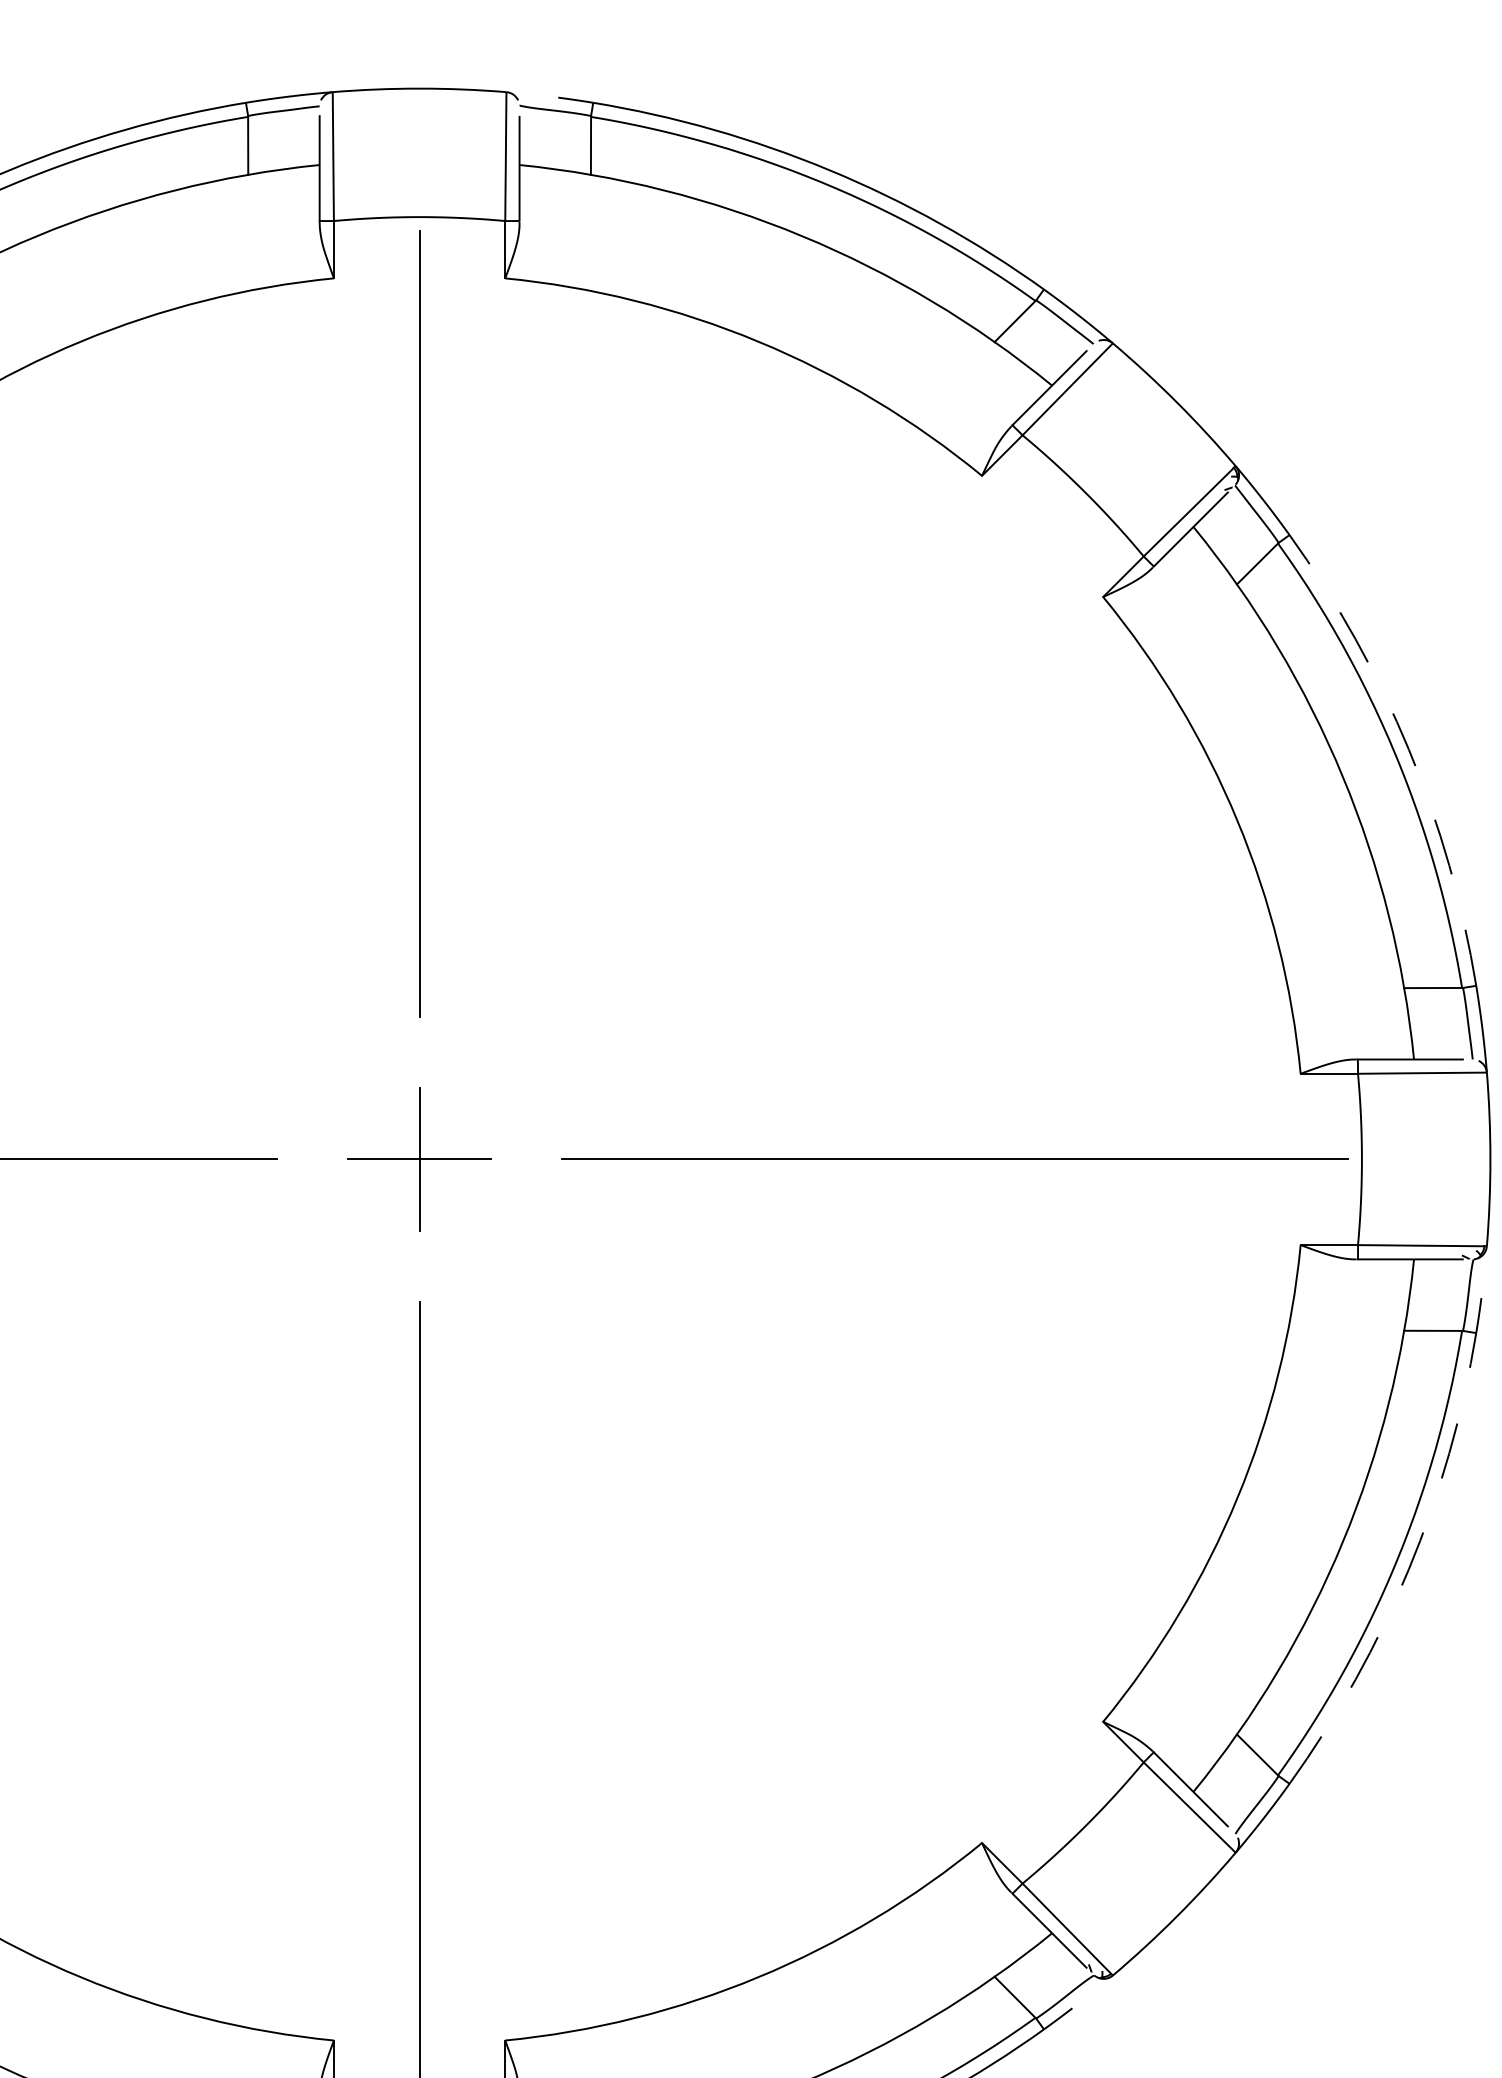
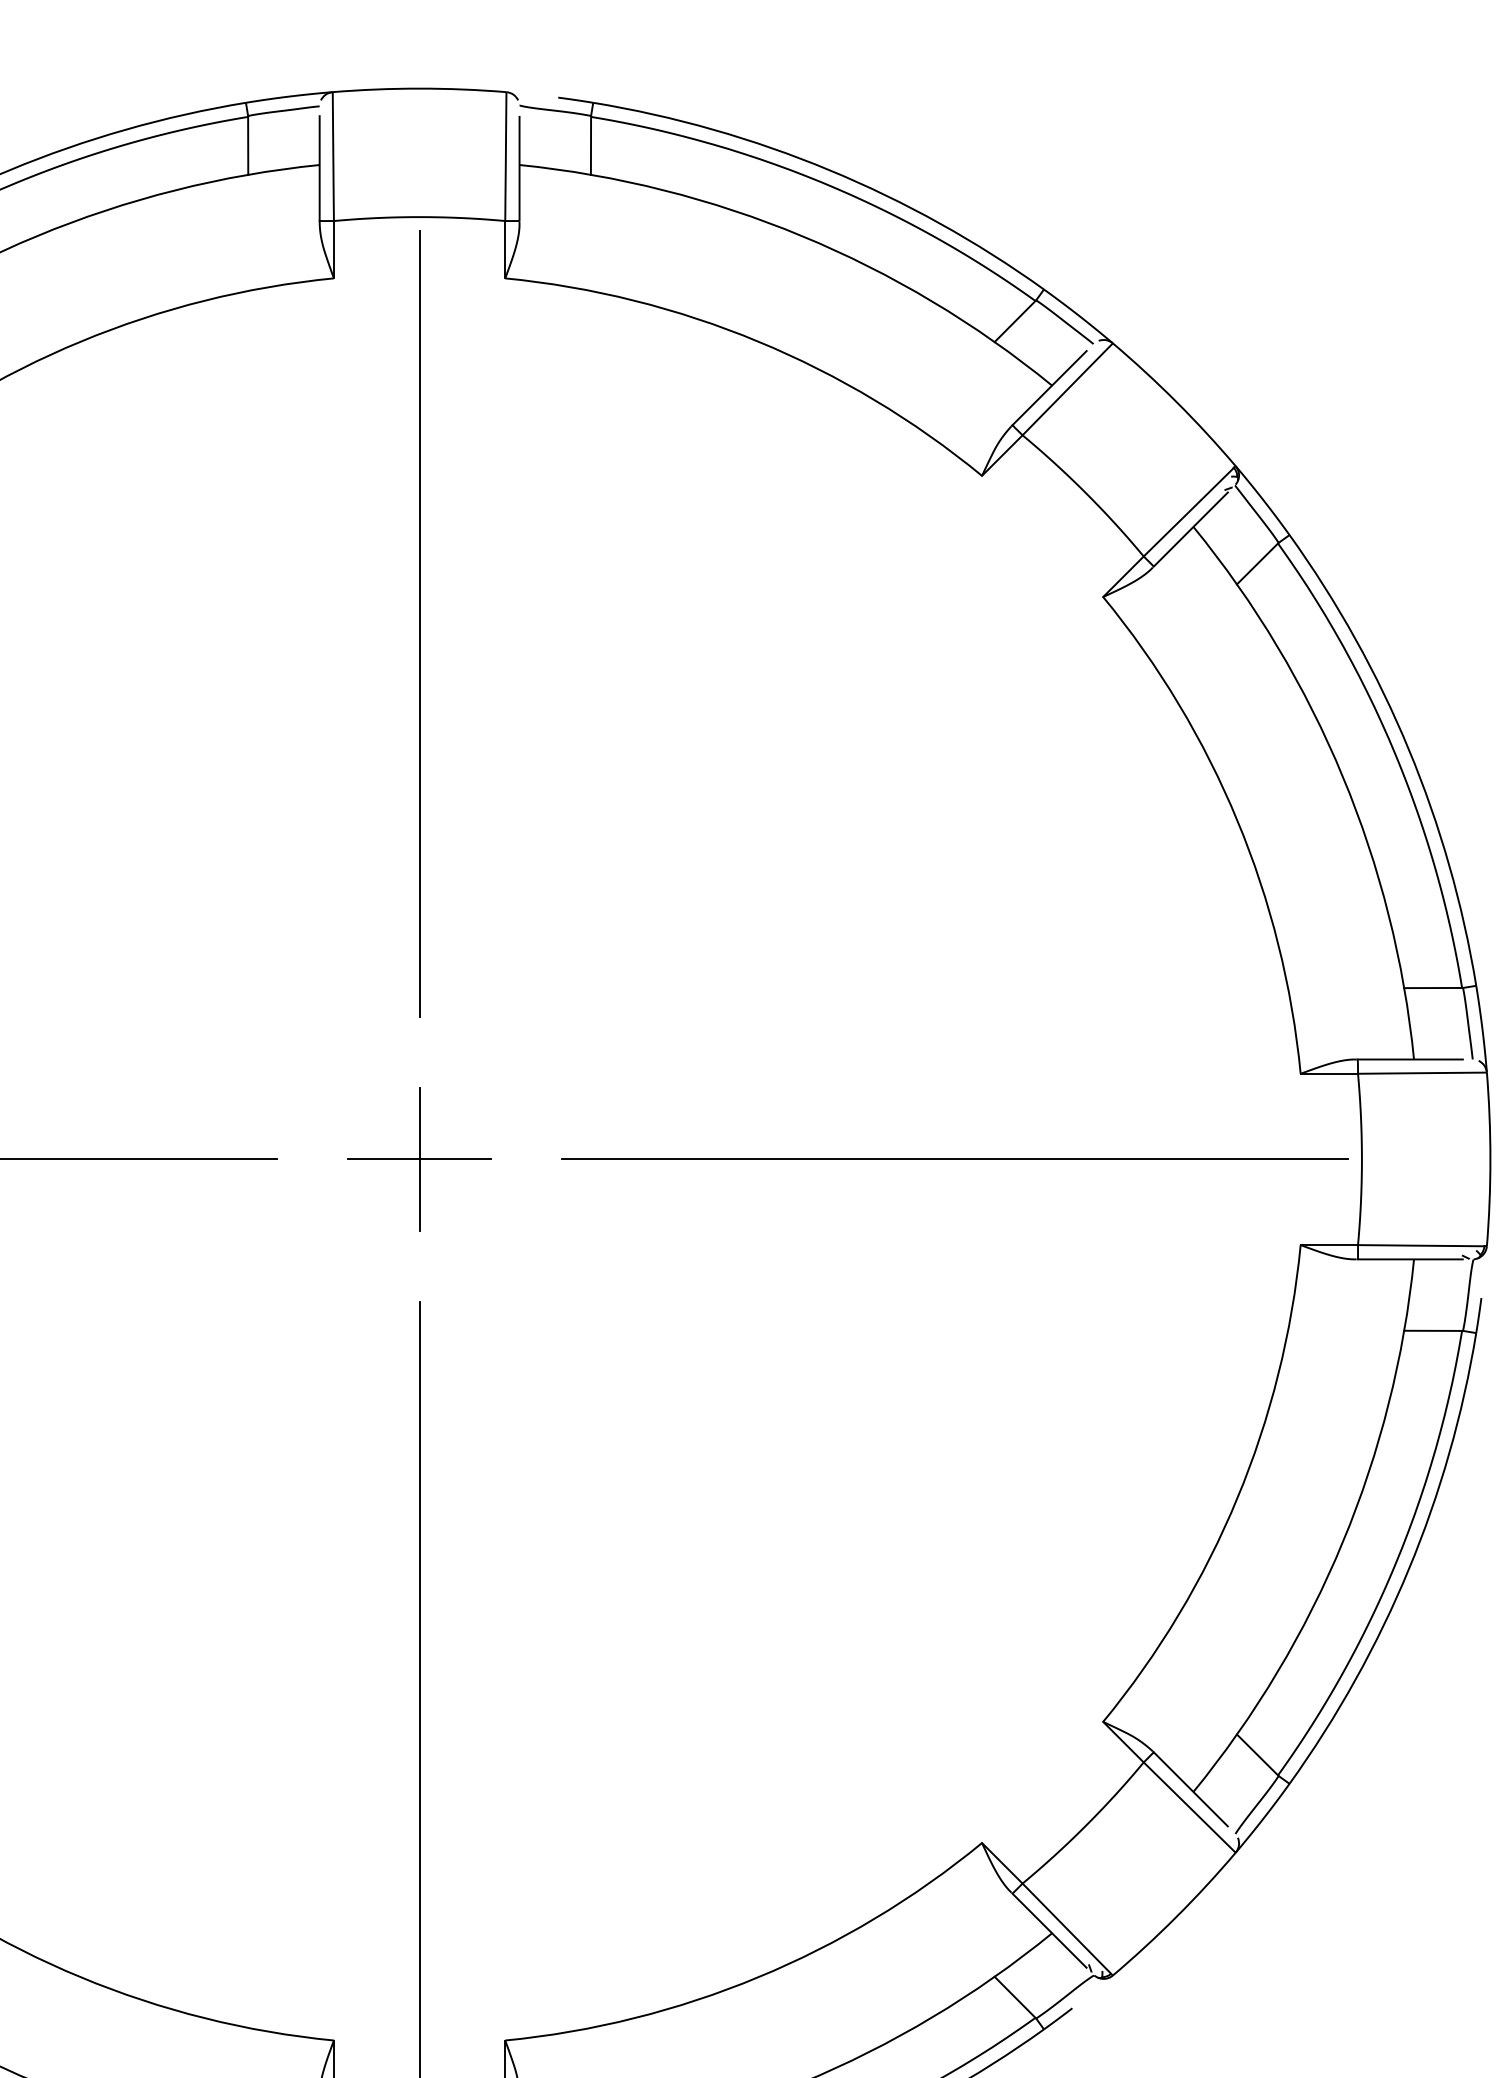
arc at (1408, 749): dashed -> solid
arc at (1408, 1569): dashed -> solid
